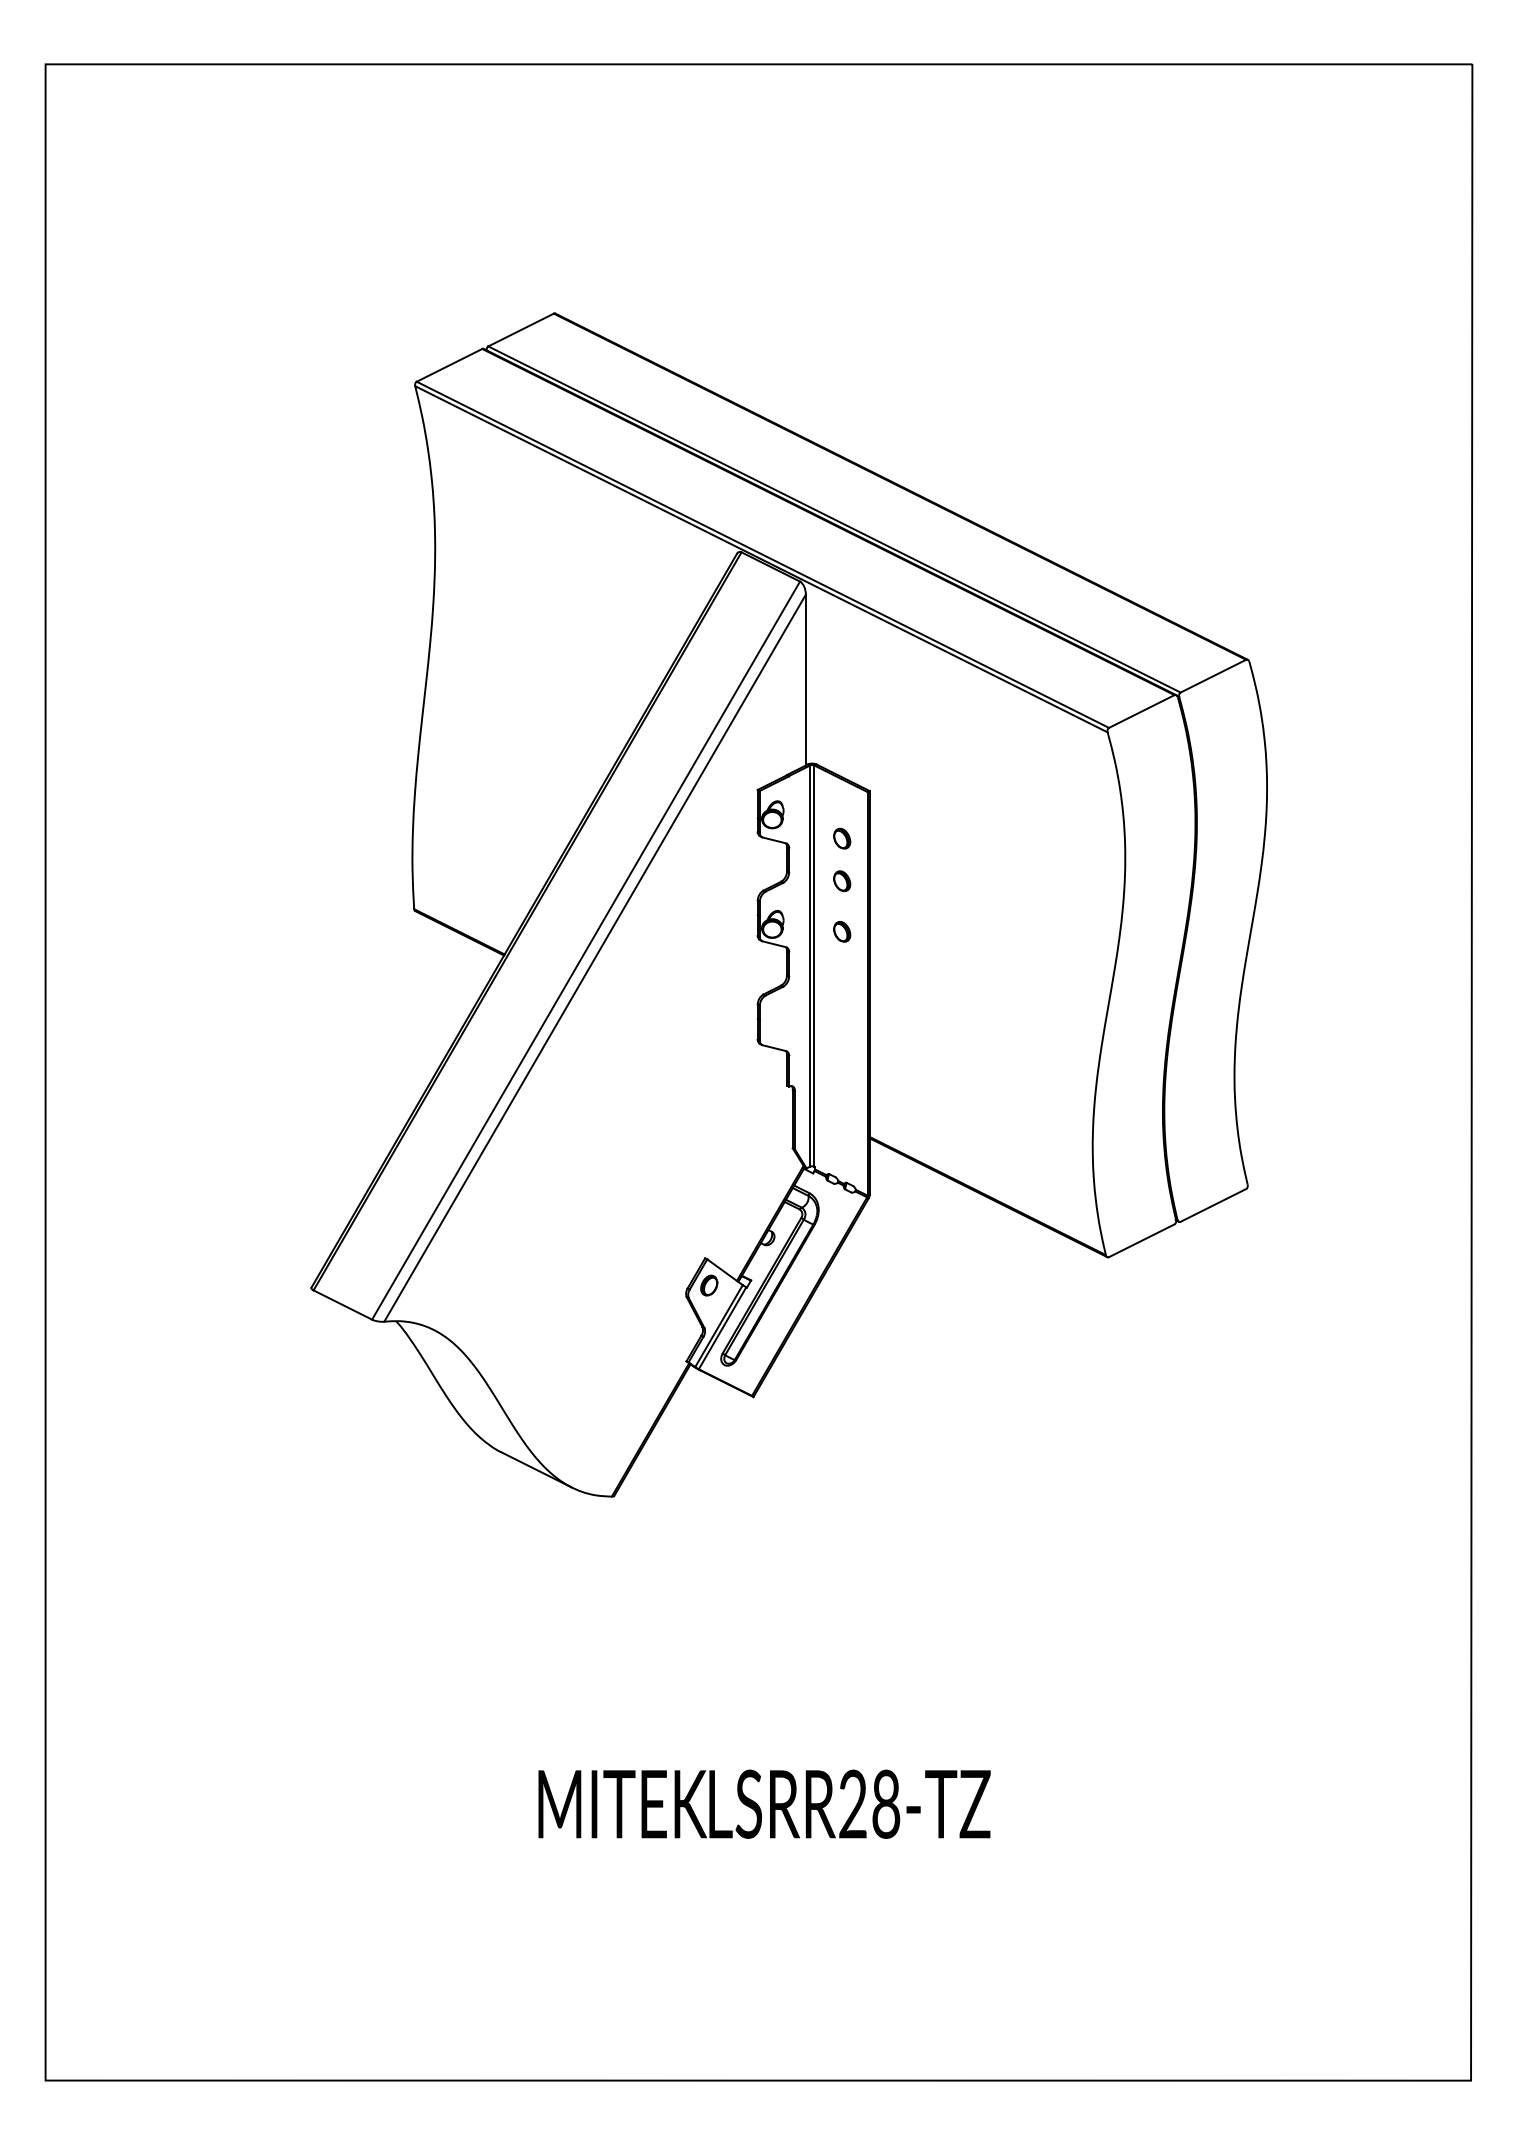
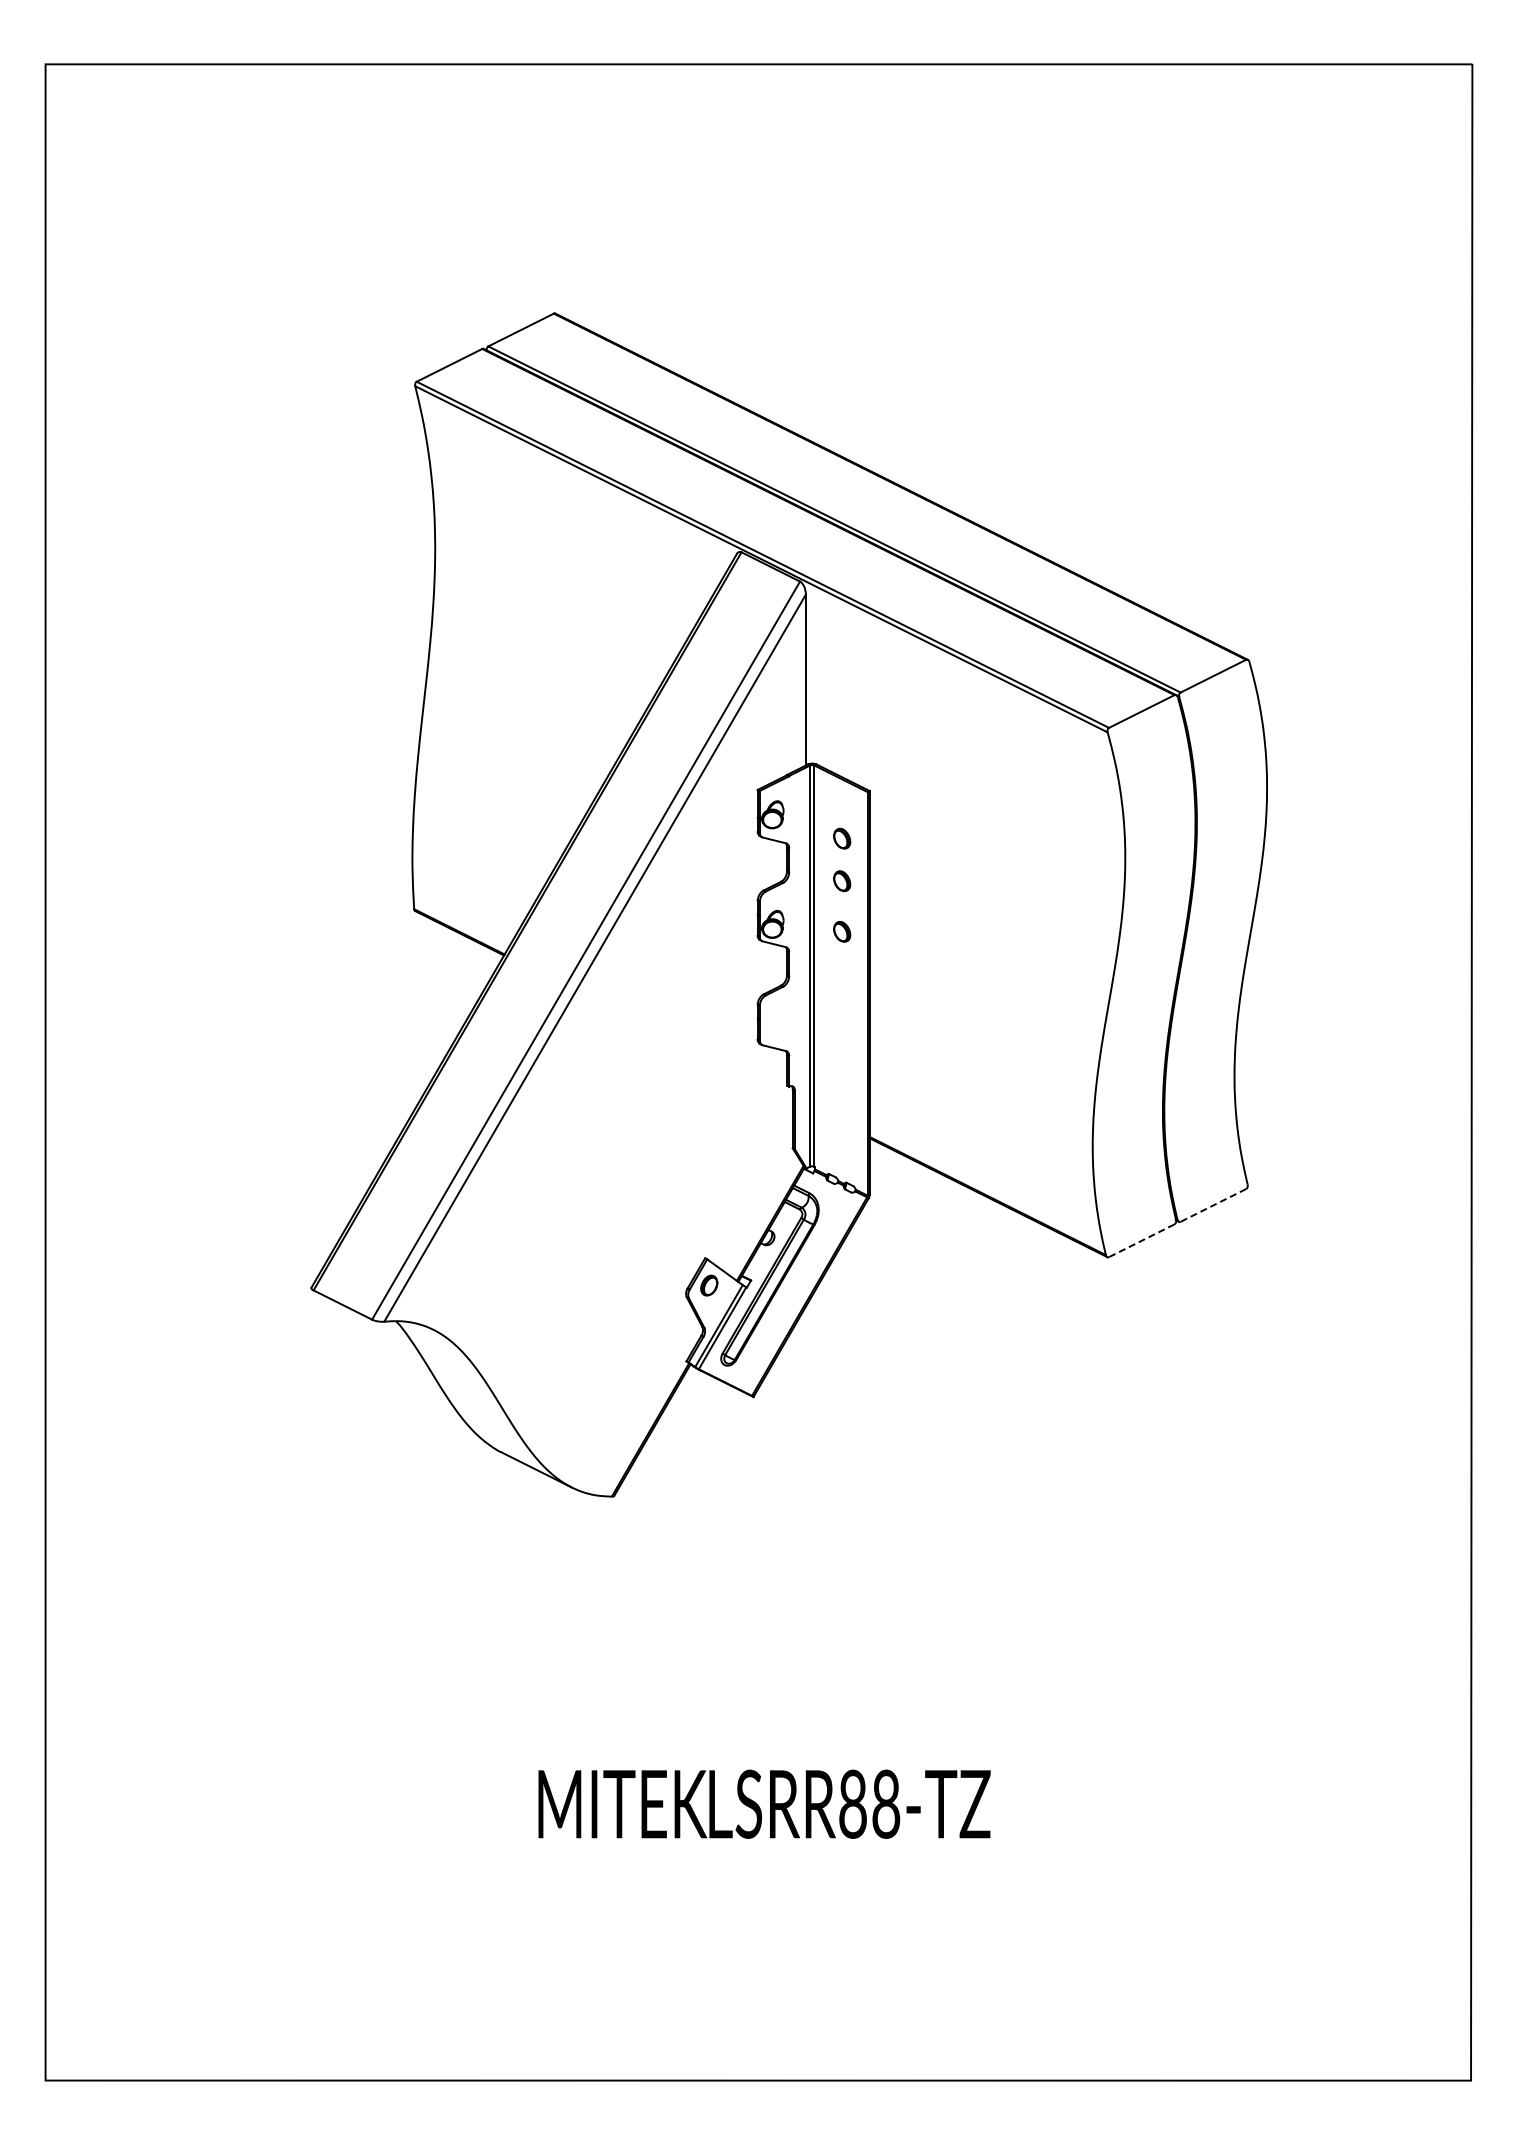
line at (1213, 1205): solid -> dashed
line at (1141, 1240): solid -> dashed
text at (852, 1804): LSRR28-TZ -> LSRR88-TZ
